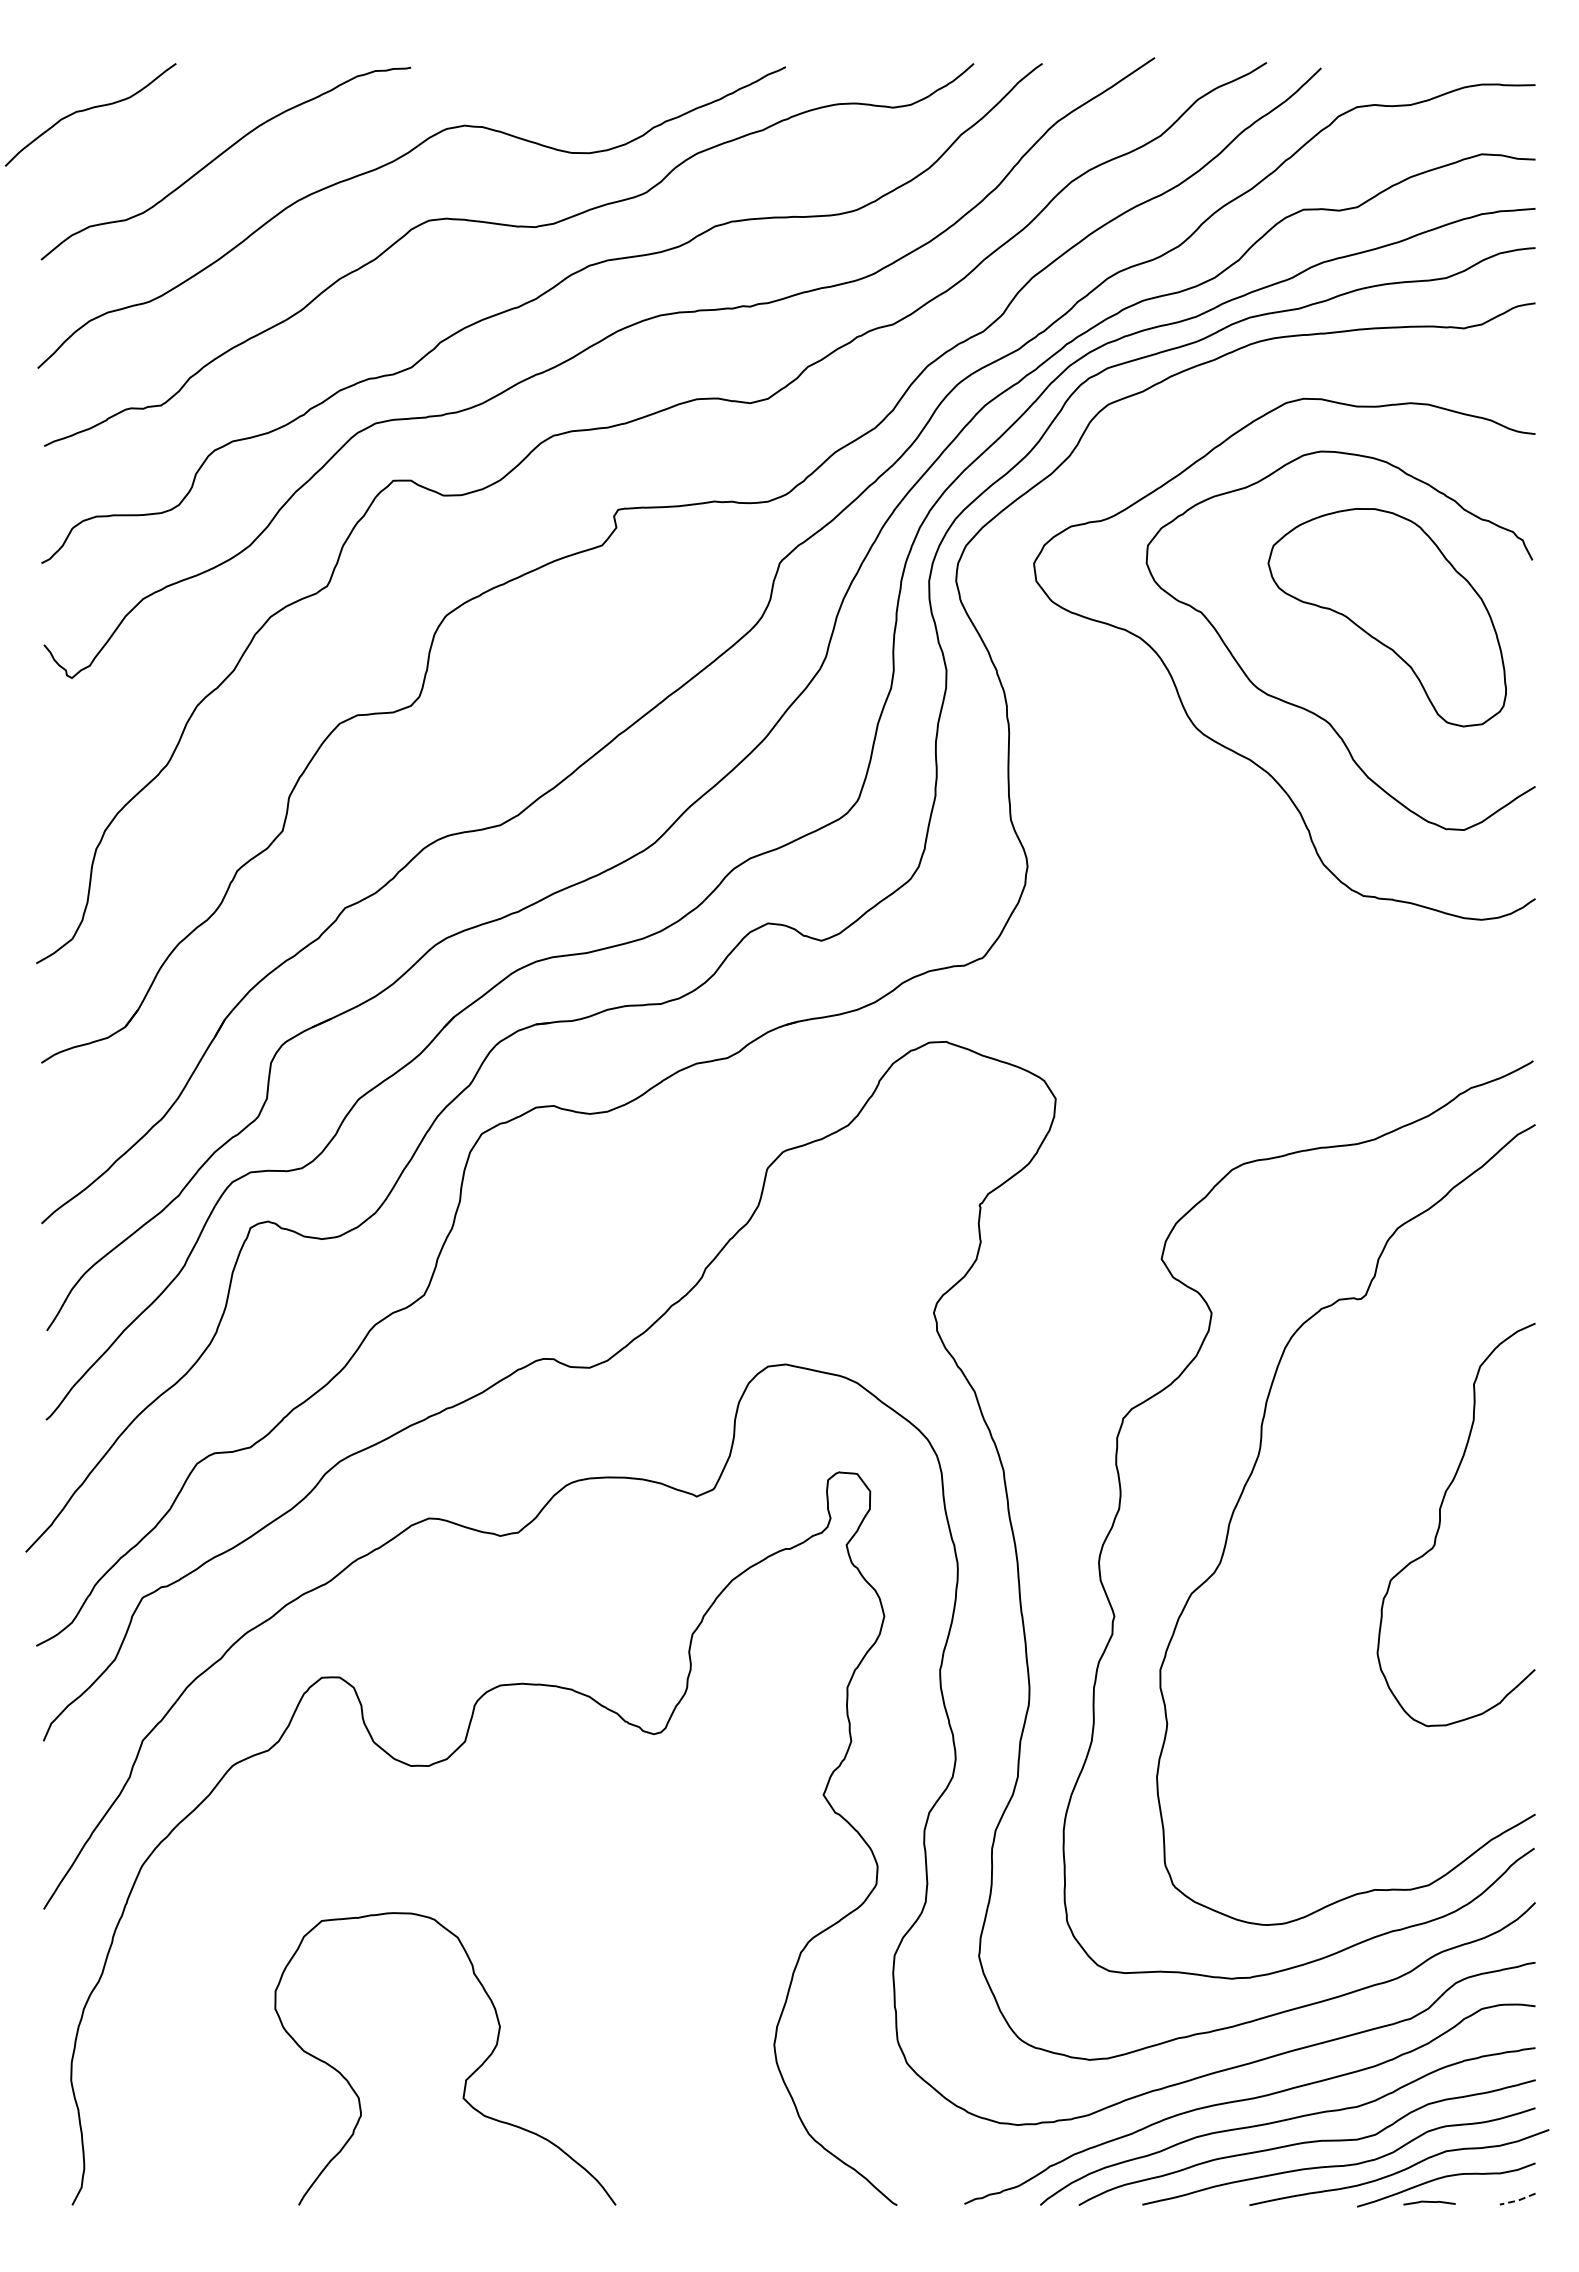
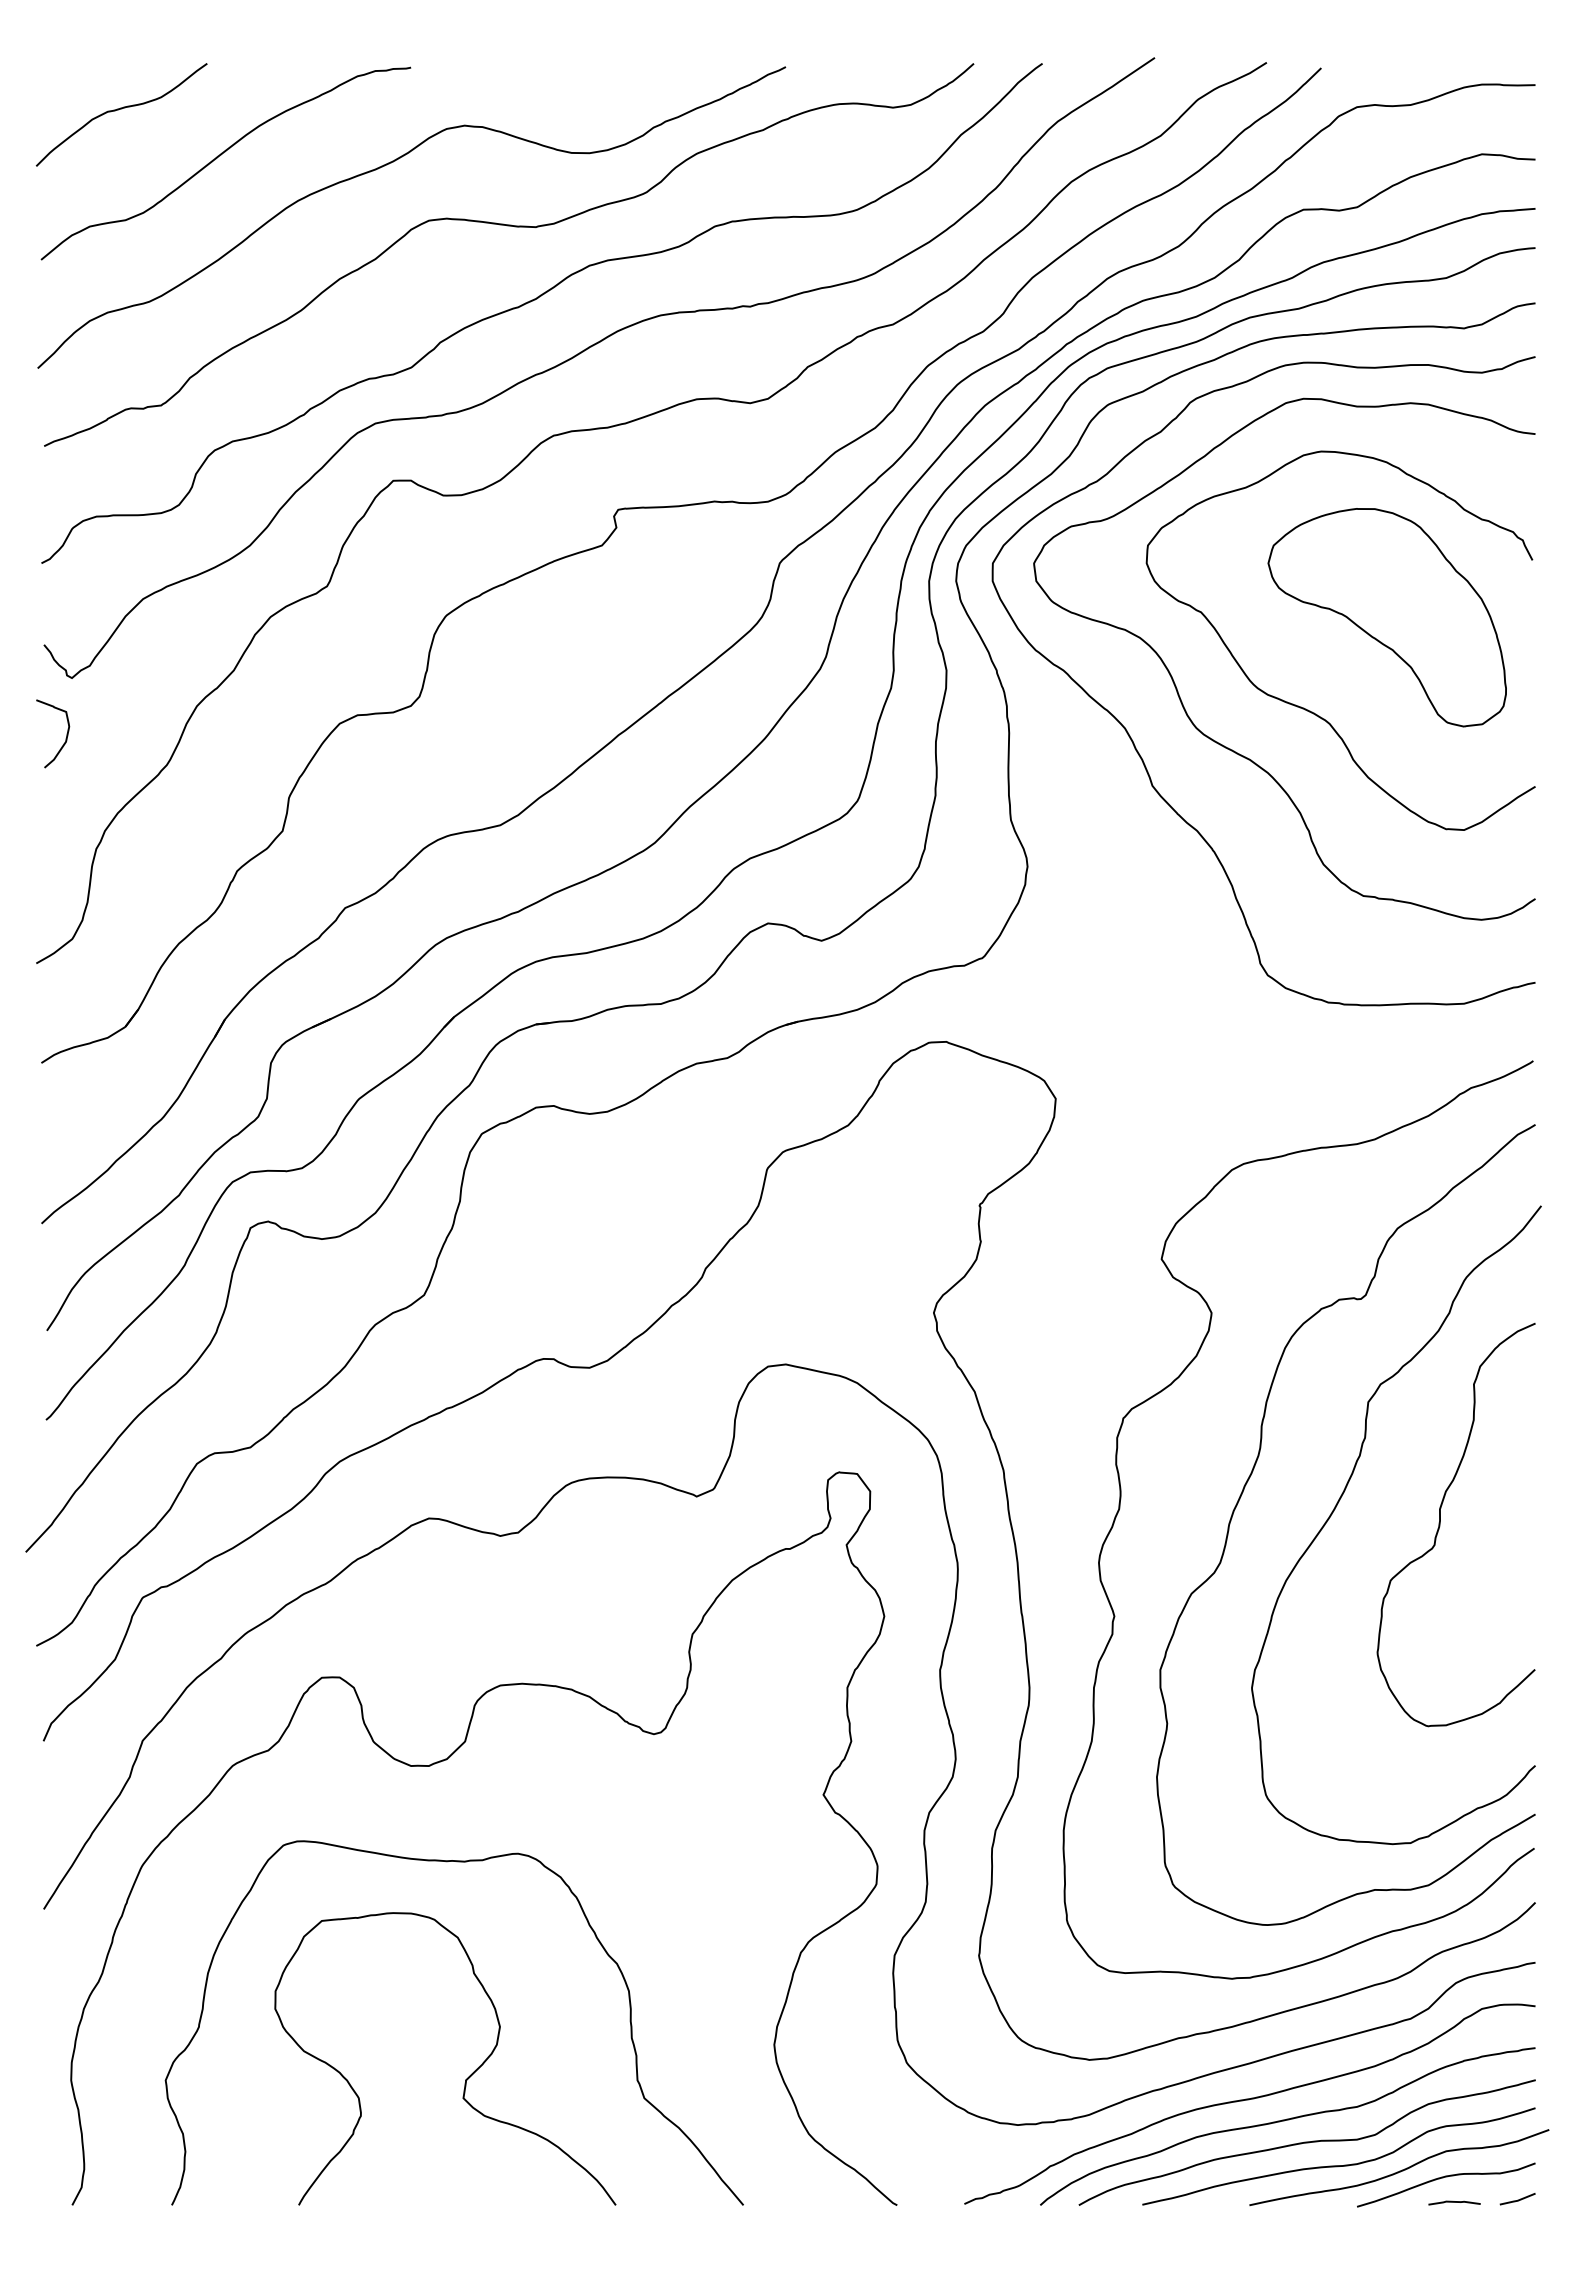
curve at (90, 109) position: (90, 109) -> (121, 109)
curve at (66, 733): none -> present
curve at (1140, 754): none -> present
curve at (1341, 1498): none -> present
curve at (456, 1862): none -> present
line at (1517, 2200): dashed -> solid
curve at (1429, 2202) position: (1429, 2202) -> (1454, 2202)
